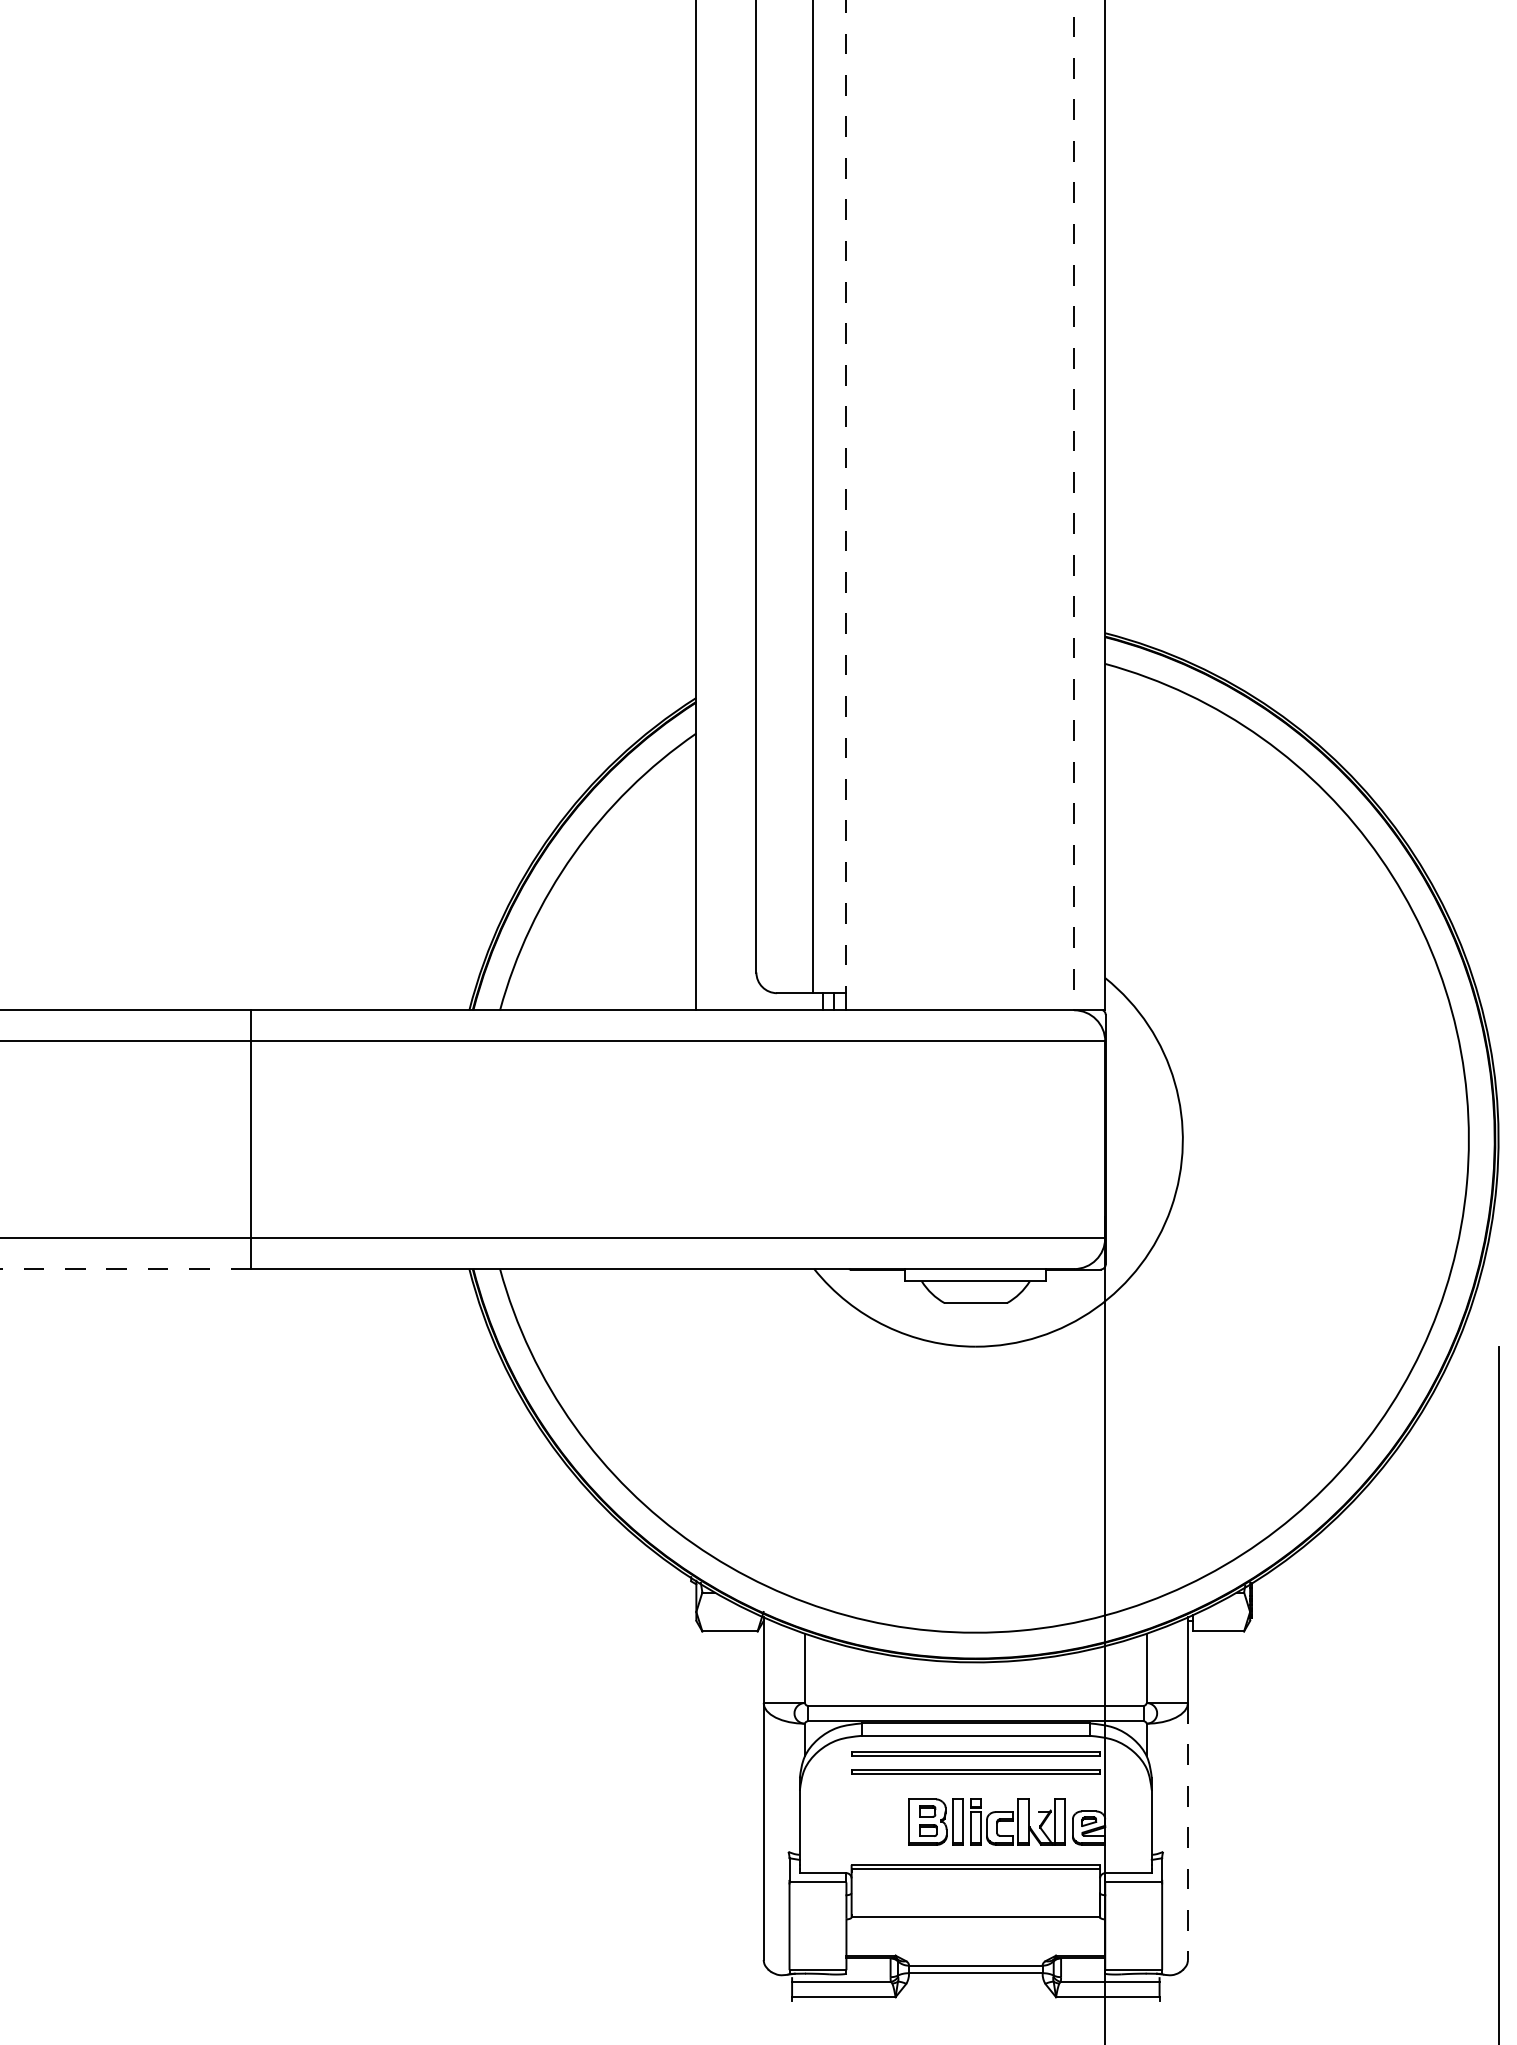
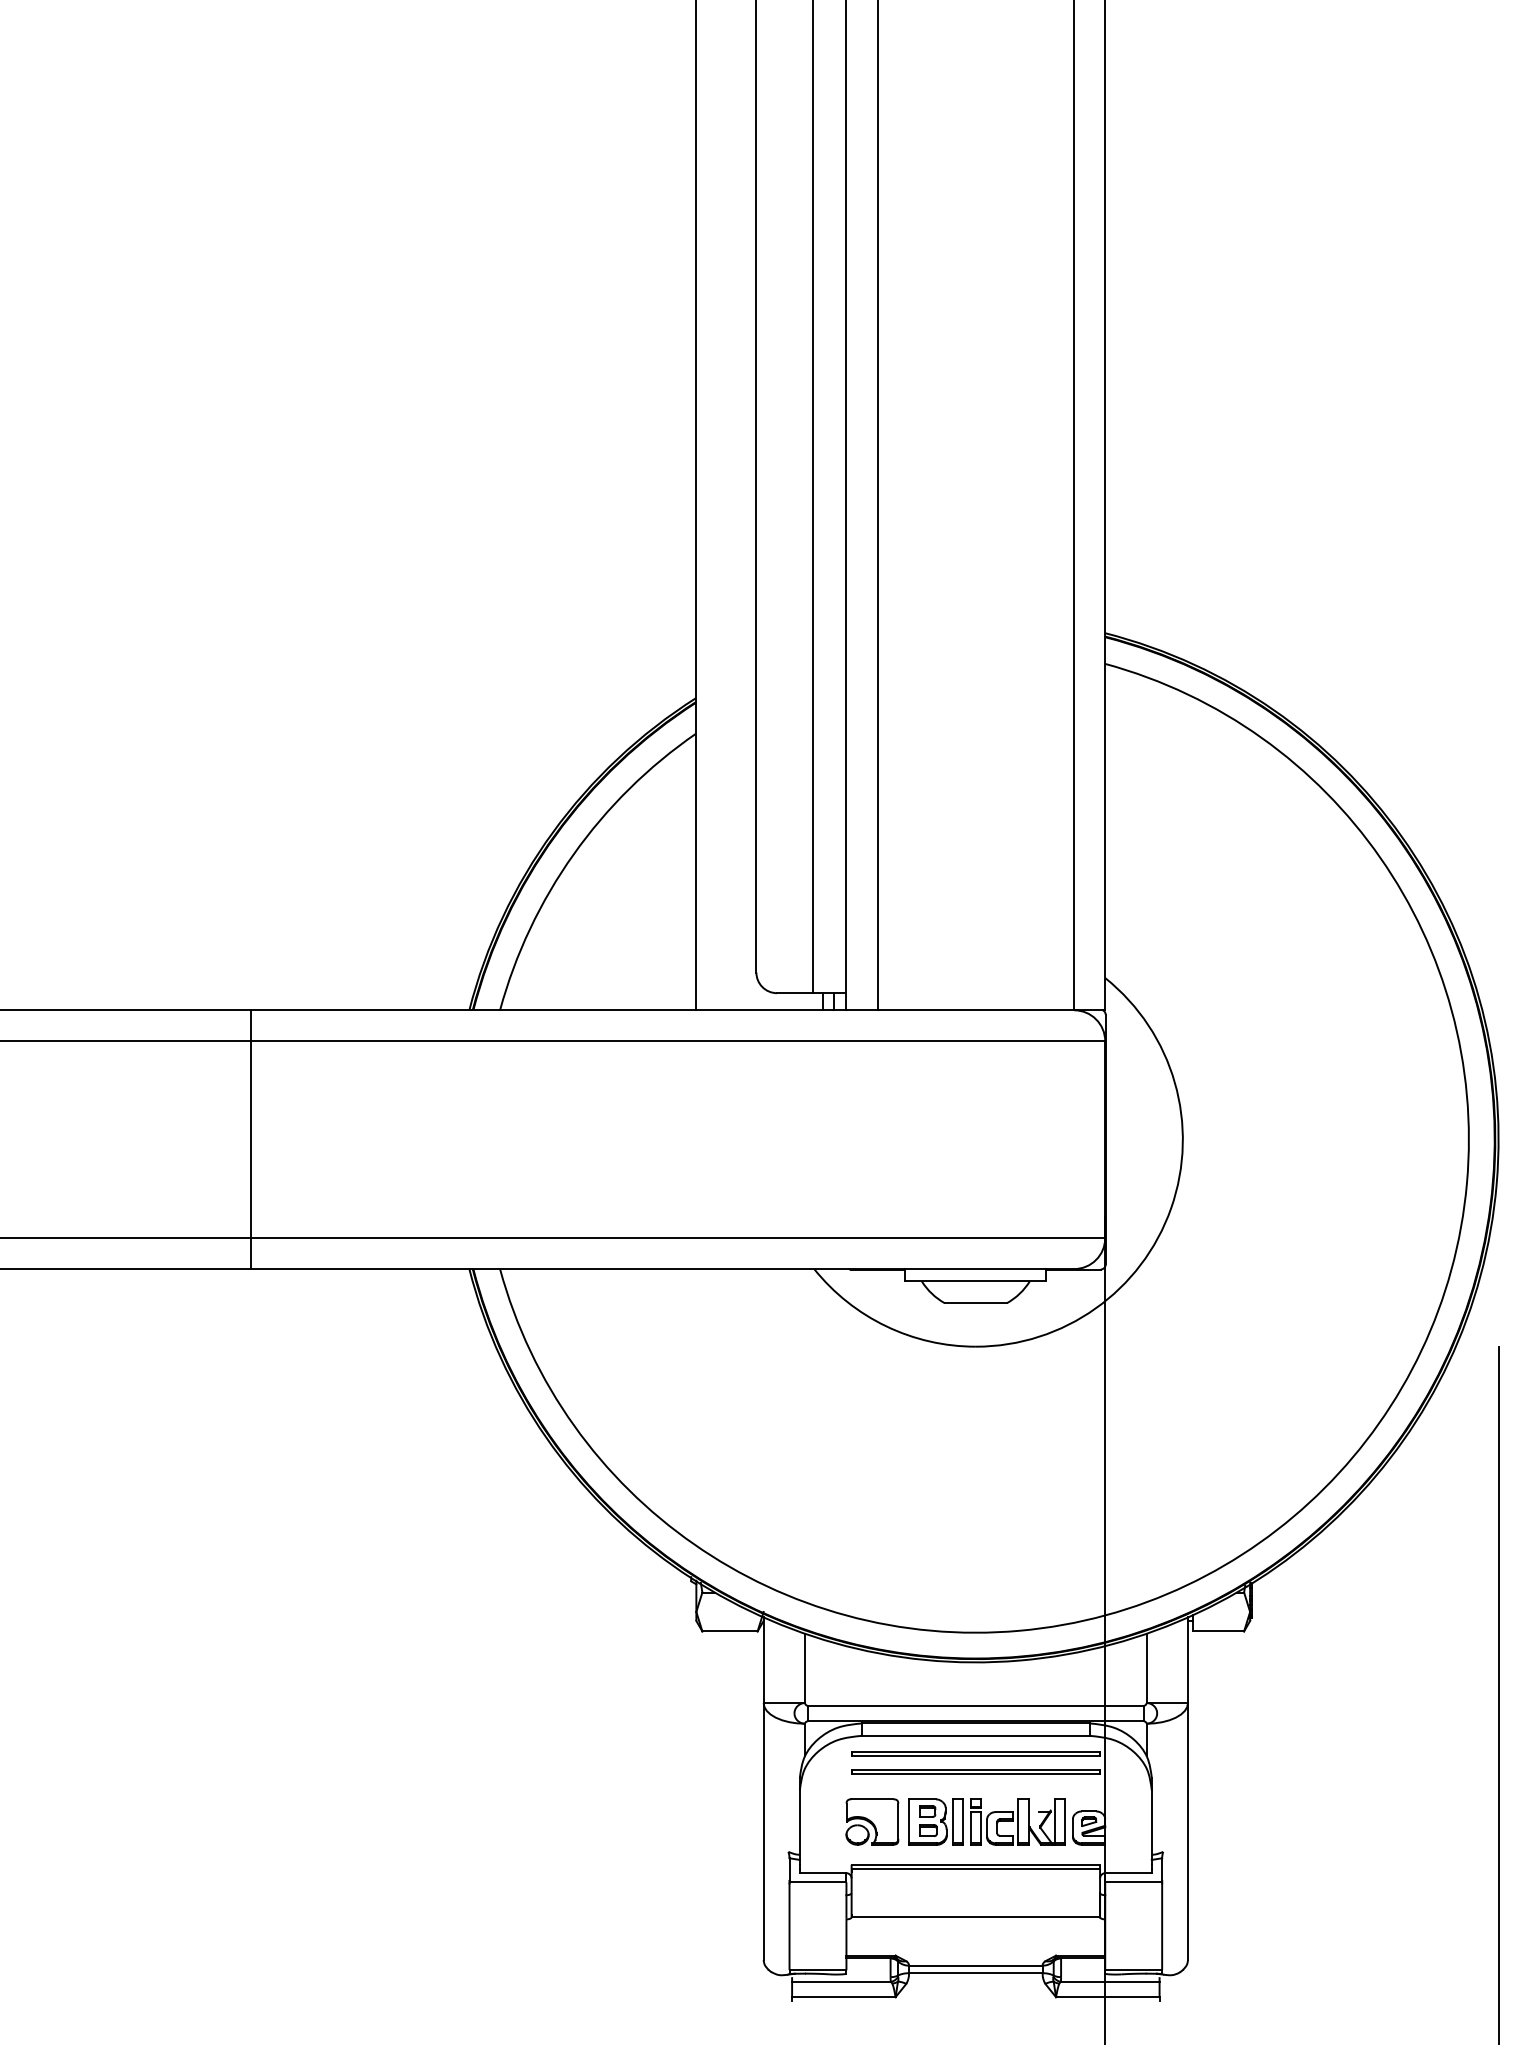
line at (846, 497): dashed -> solid
line at (1074, 505): dashed -> solid
line at (877, 506): none -> present
line at (125, 1269): dashed -> solid
part at (872, 1821): none -> present
line at (1188, 1831): dashed -> solid
